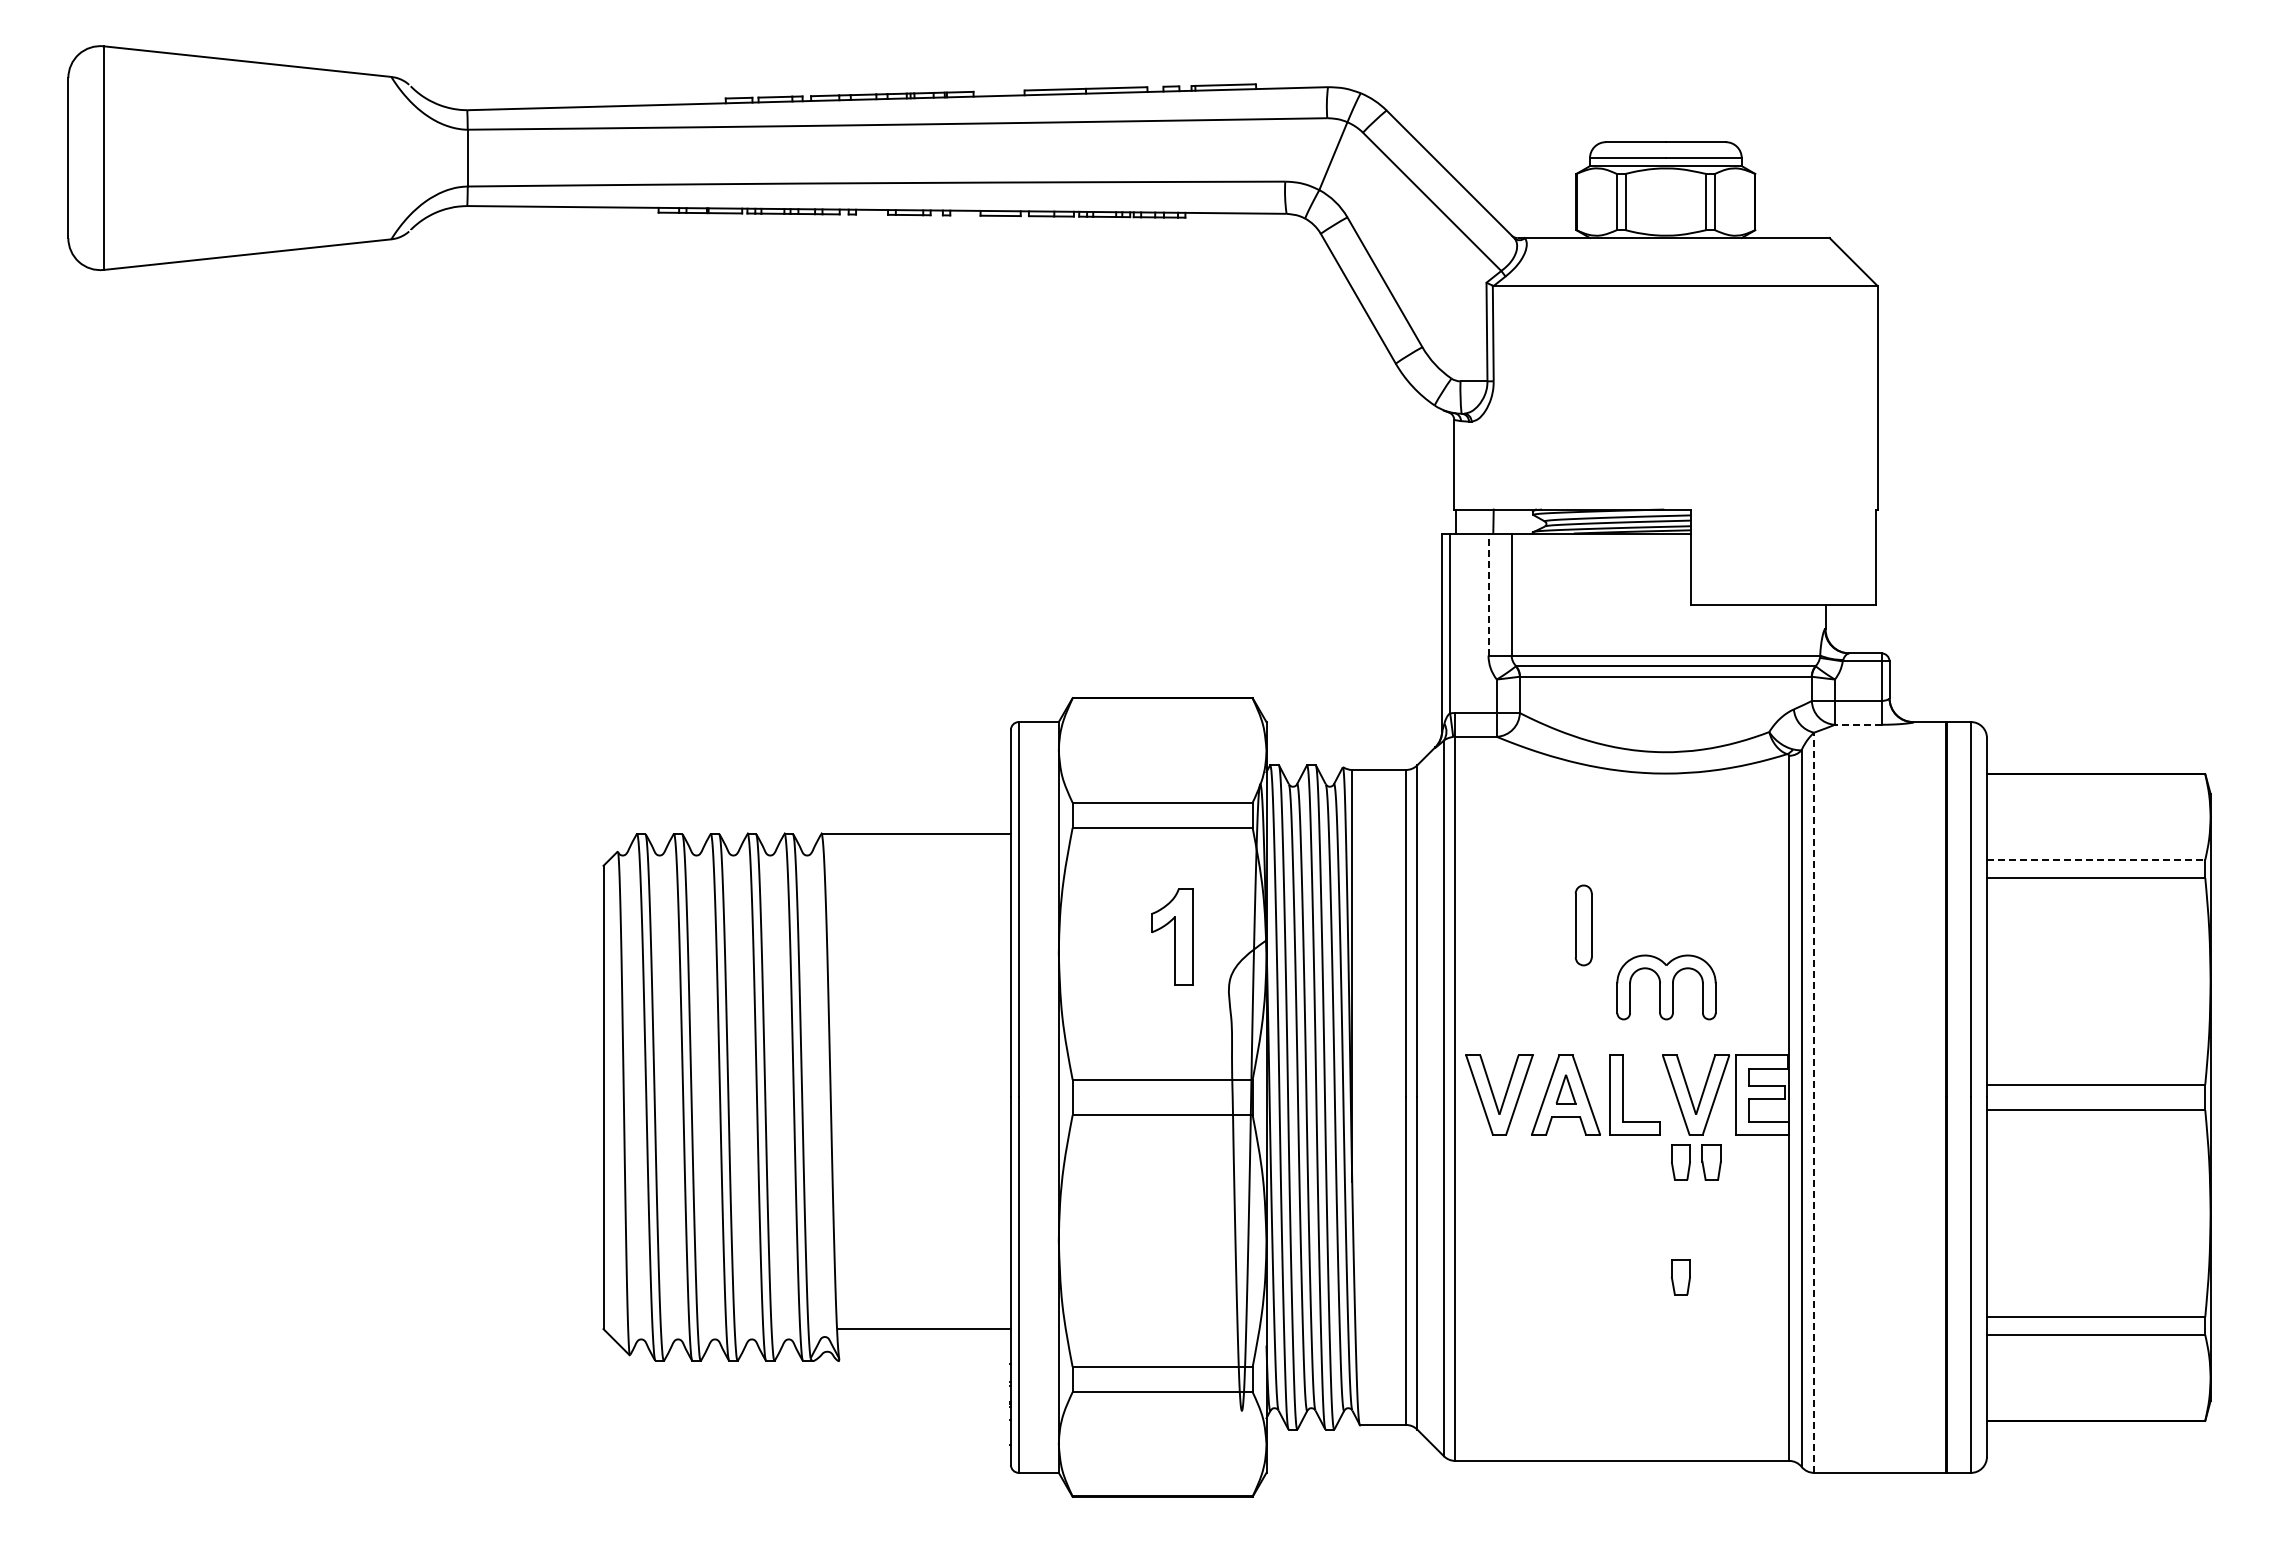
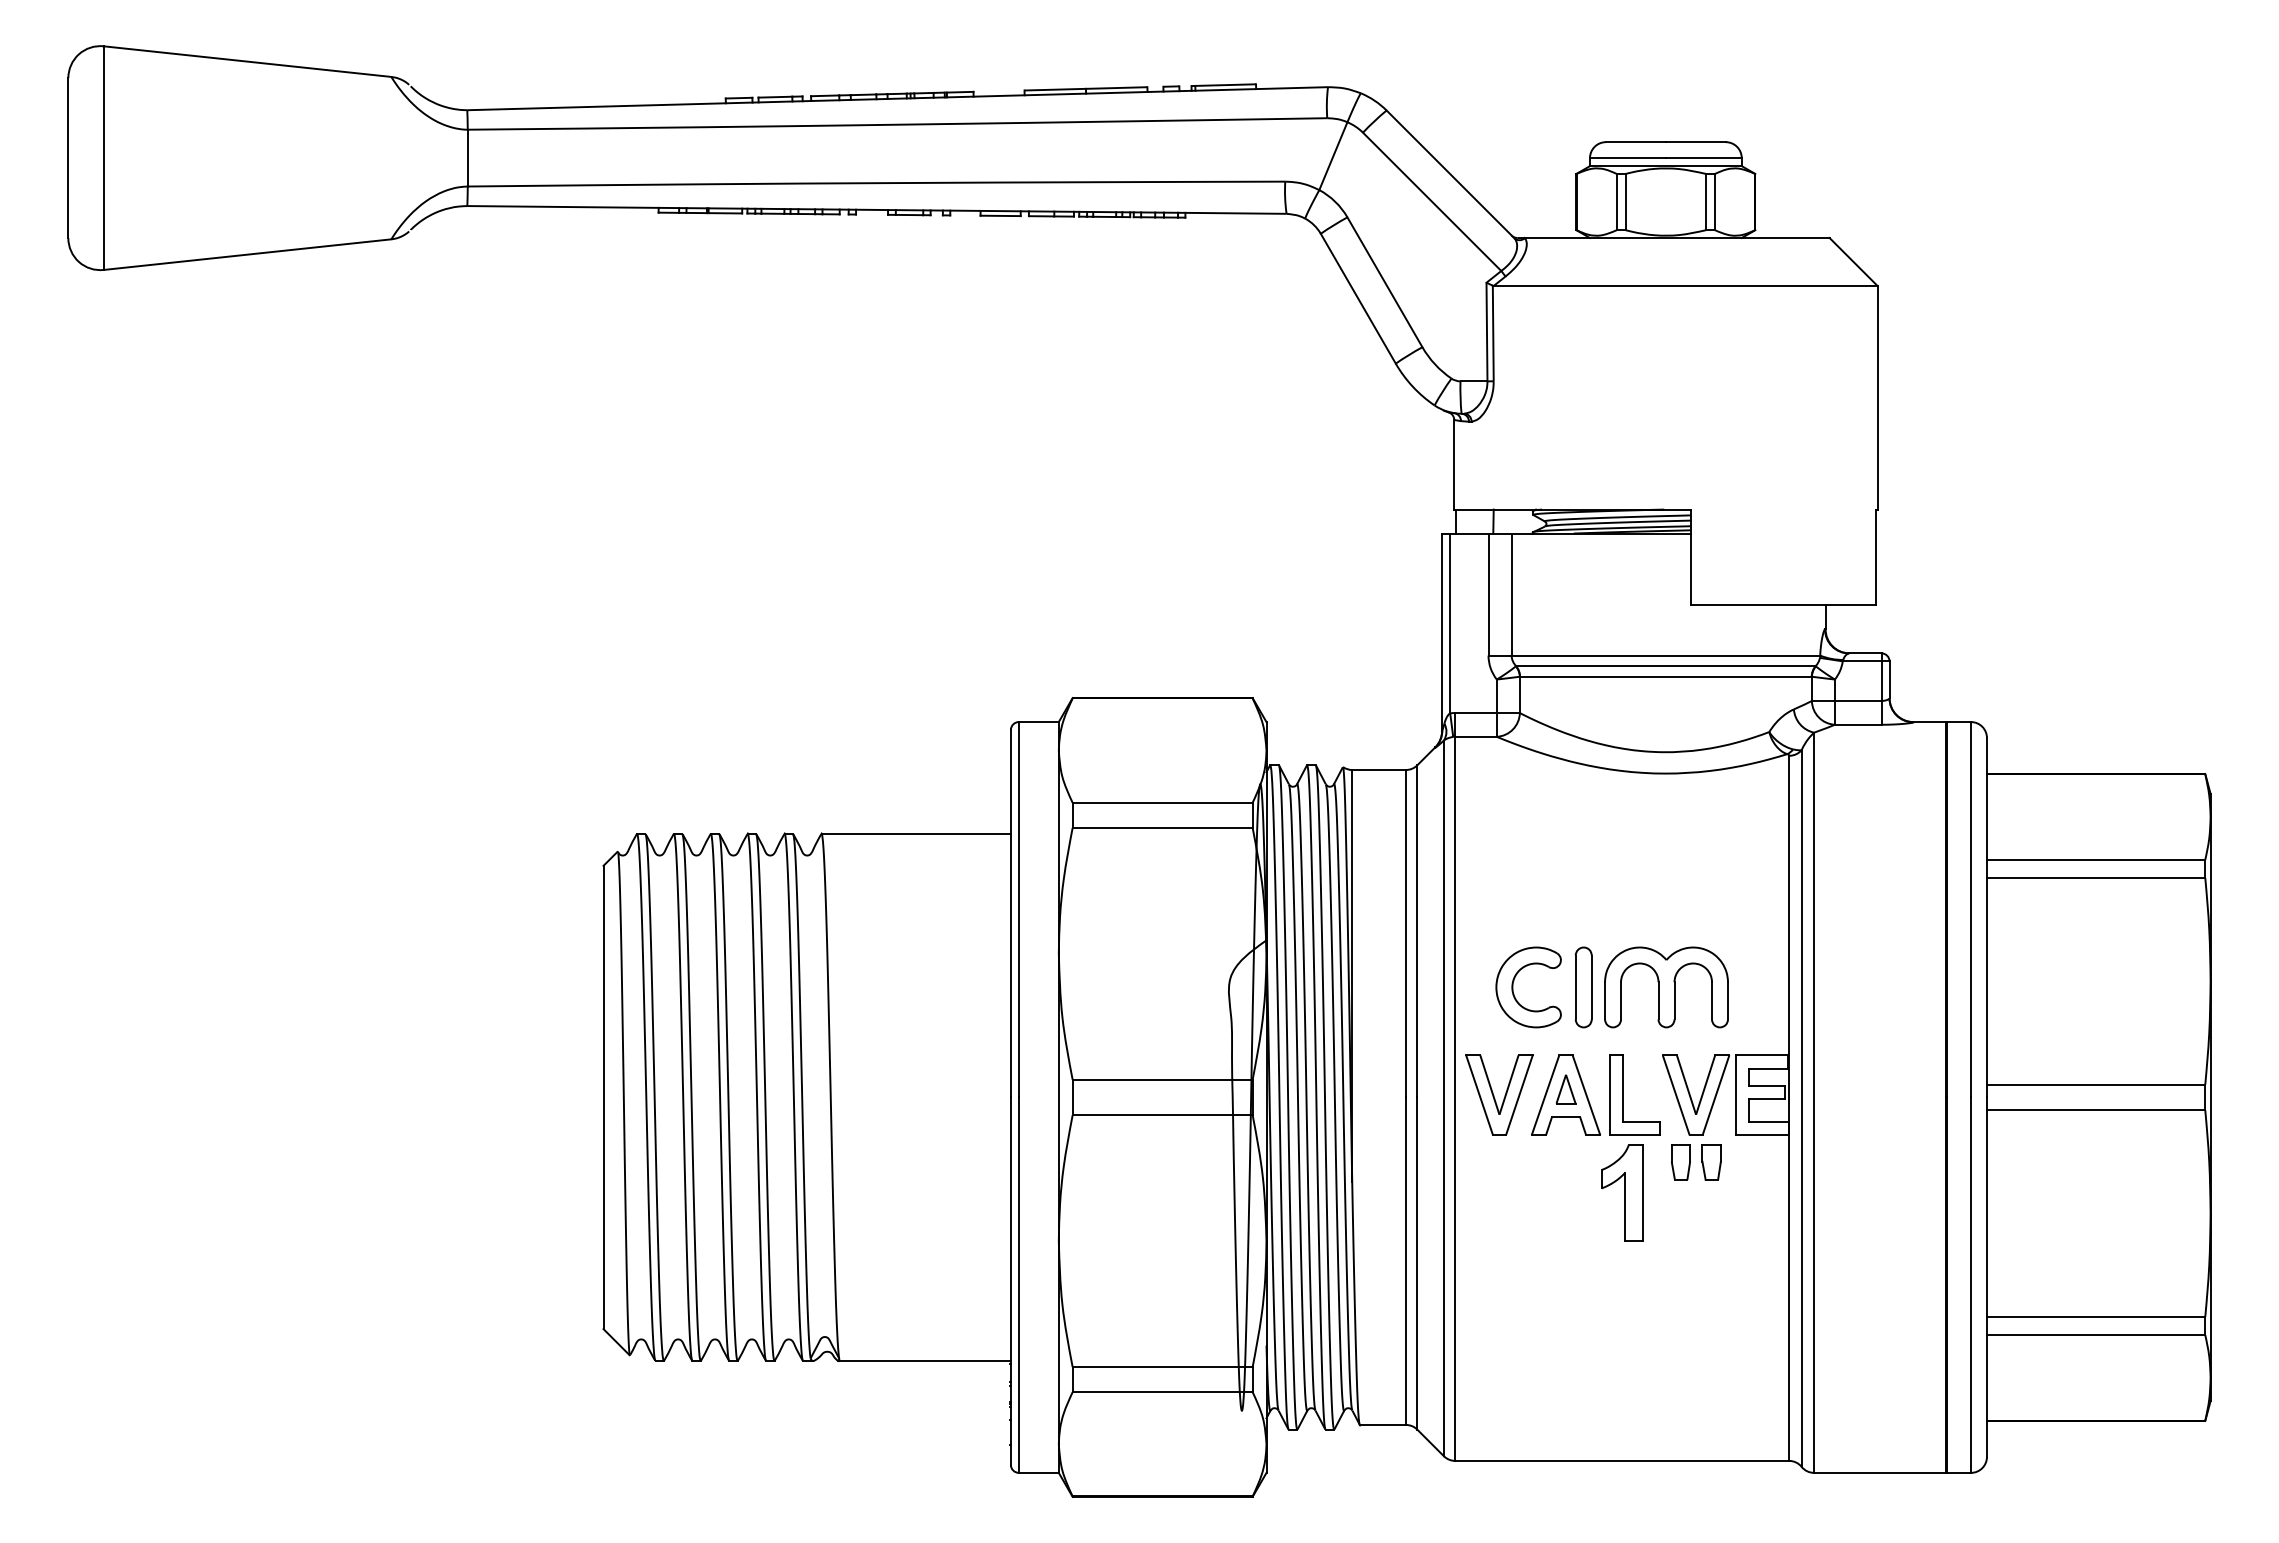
line at (1488, 594): dashed -> solid
line at (1857, 724): dashed -> solid
line at (2096, 859): dashed -> solid
part at (1583, 925) position: (1583, 925) -> (1583, 987)
part at (1172, 936) position: (1172, 936) -> (1622, 1192)
part at (1513, 987): none -> present
part at (1666, 987) size: 101x67 px -> 125x83 px
line at (1814, 1102): dashed -> solid
part at (1680, 1277): present -> none
line at (924, 1329) position: (924, 1329) -> (924, 1361)
